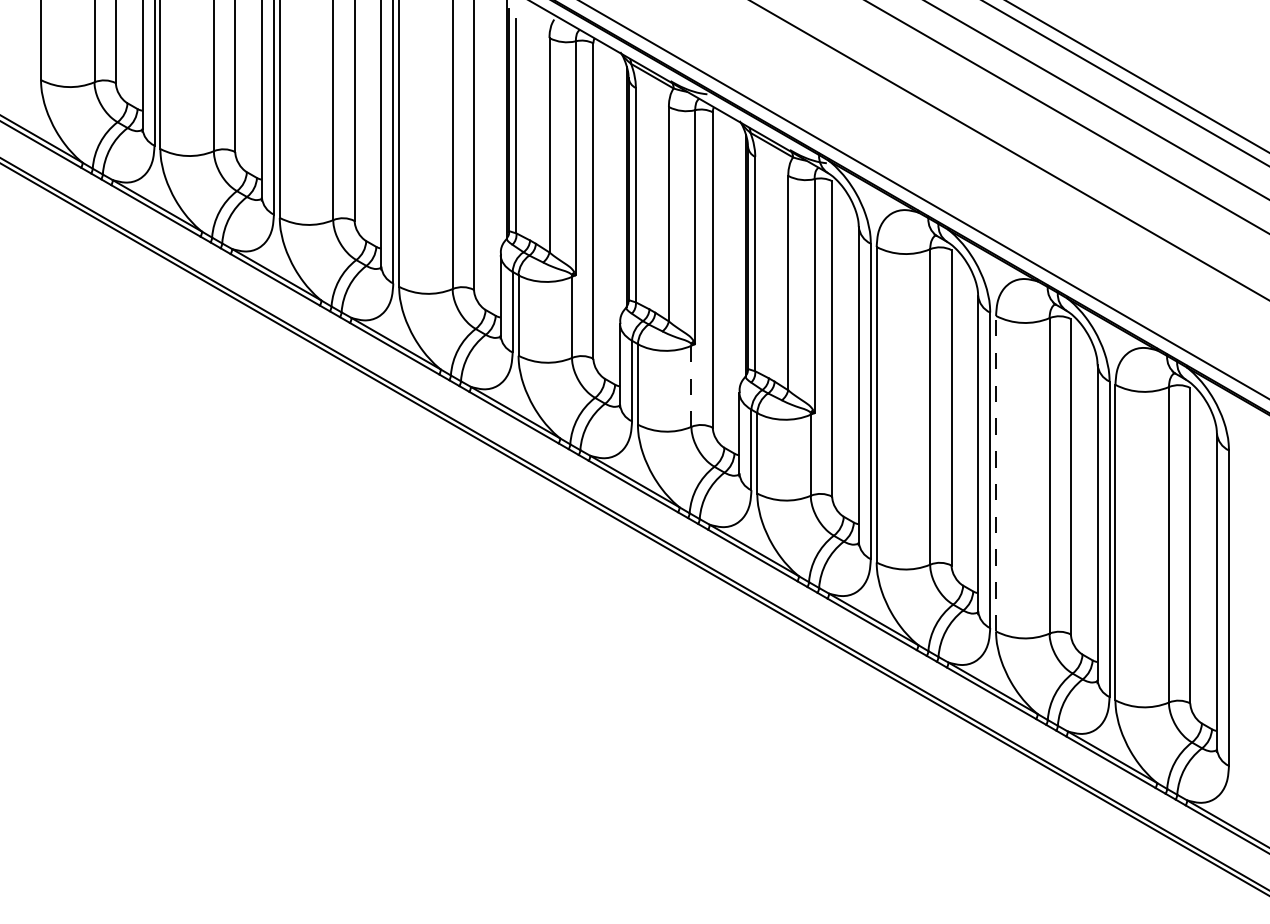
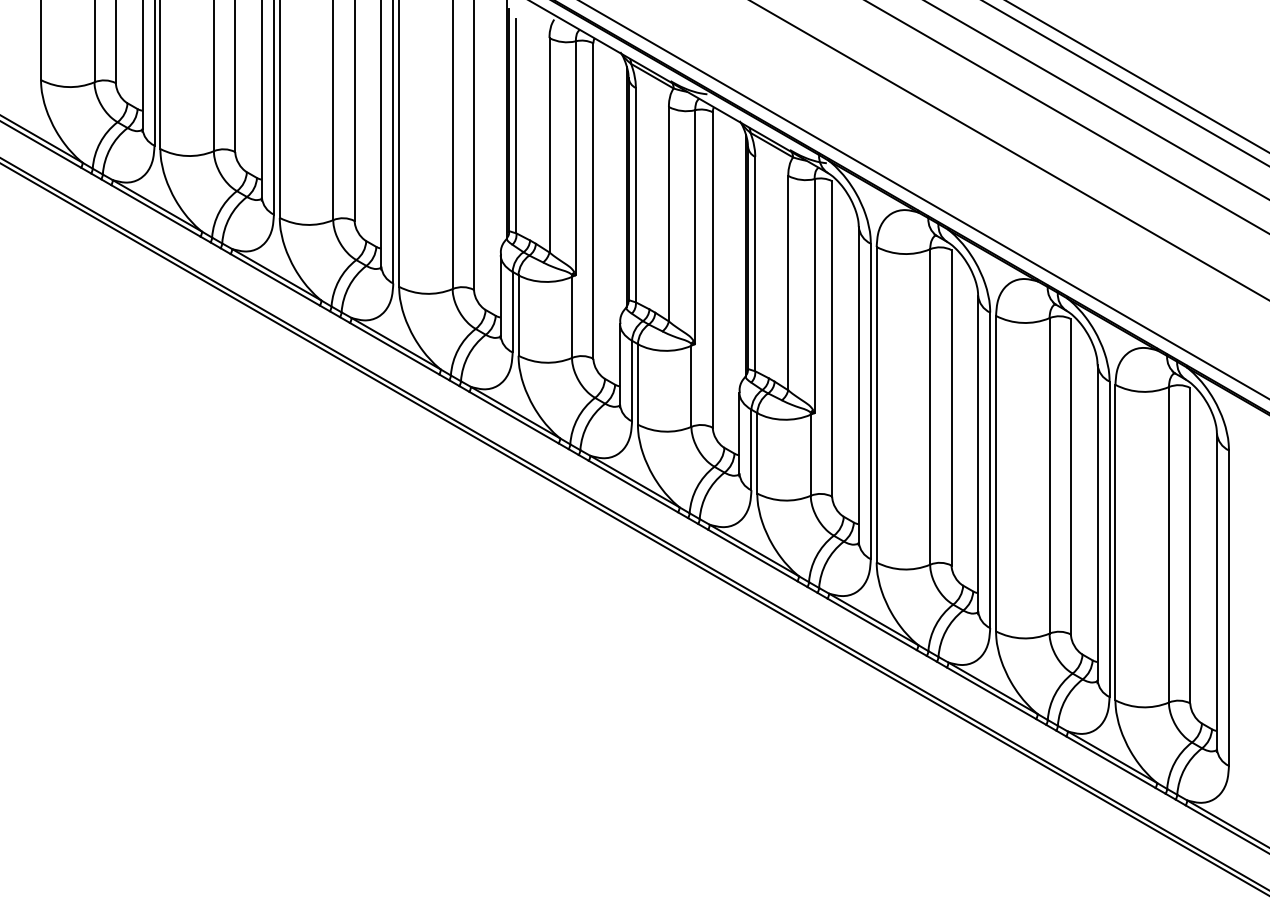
line at (691, 386): dashed -> solid
line at (996, 473): dashed -> solid
